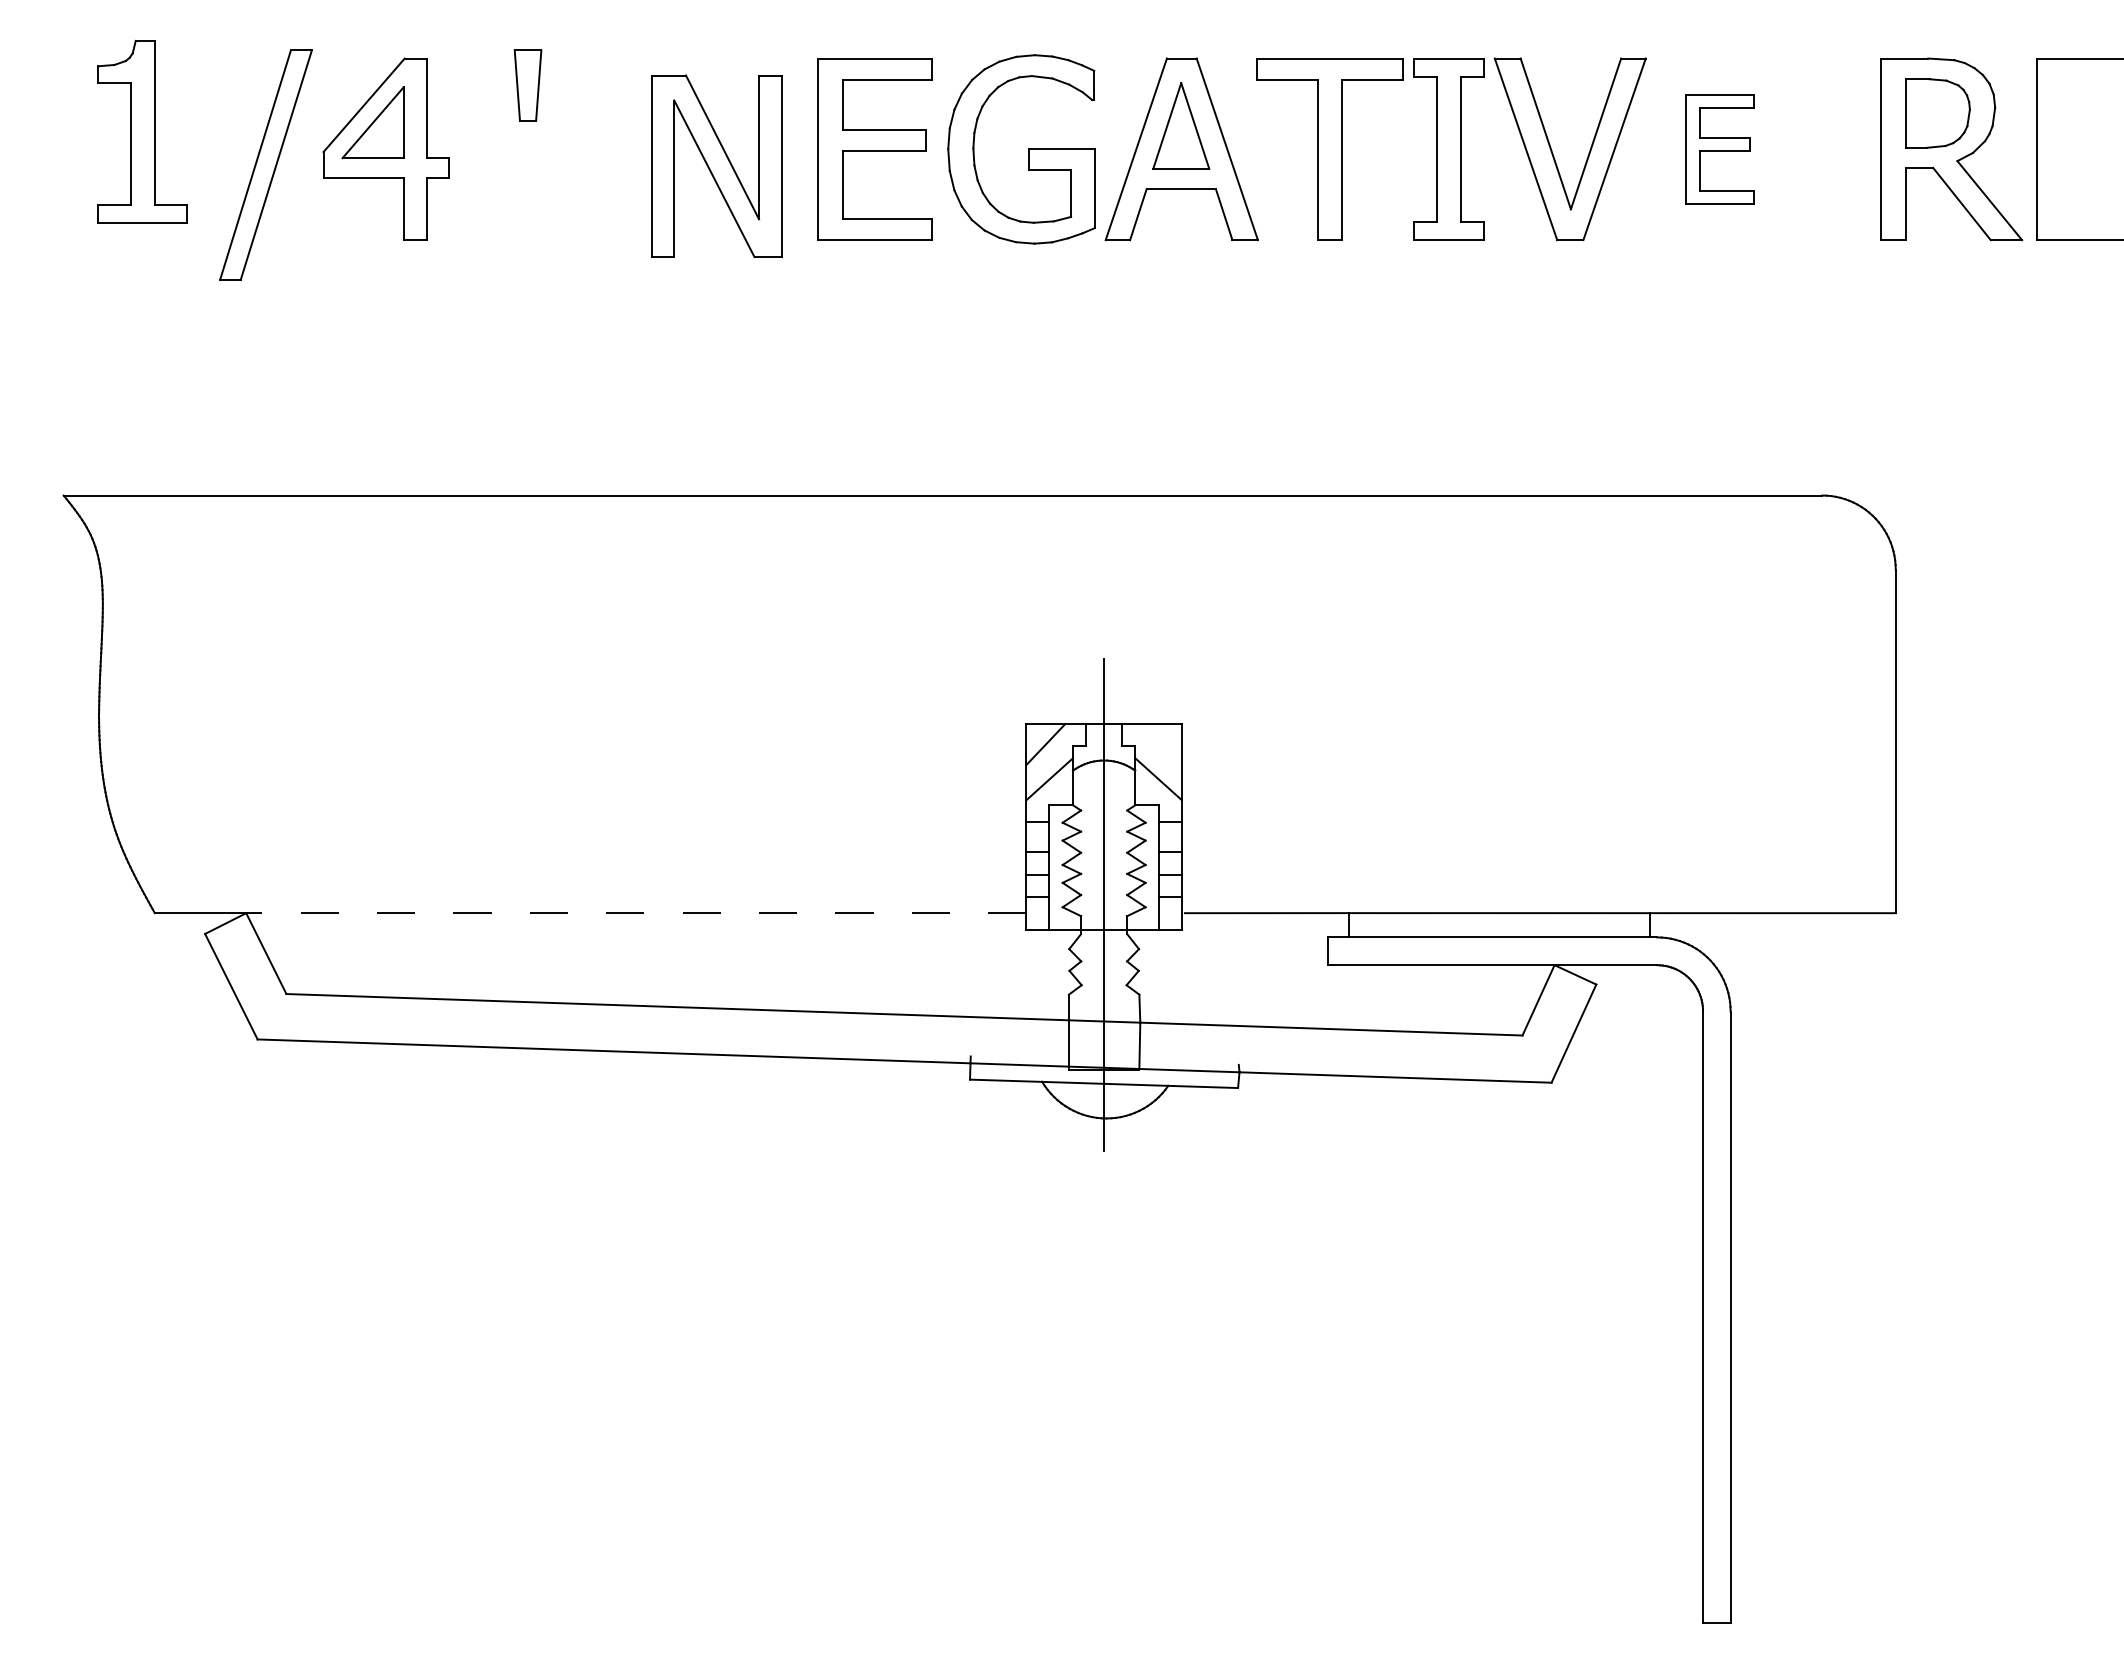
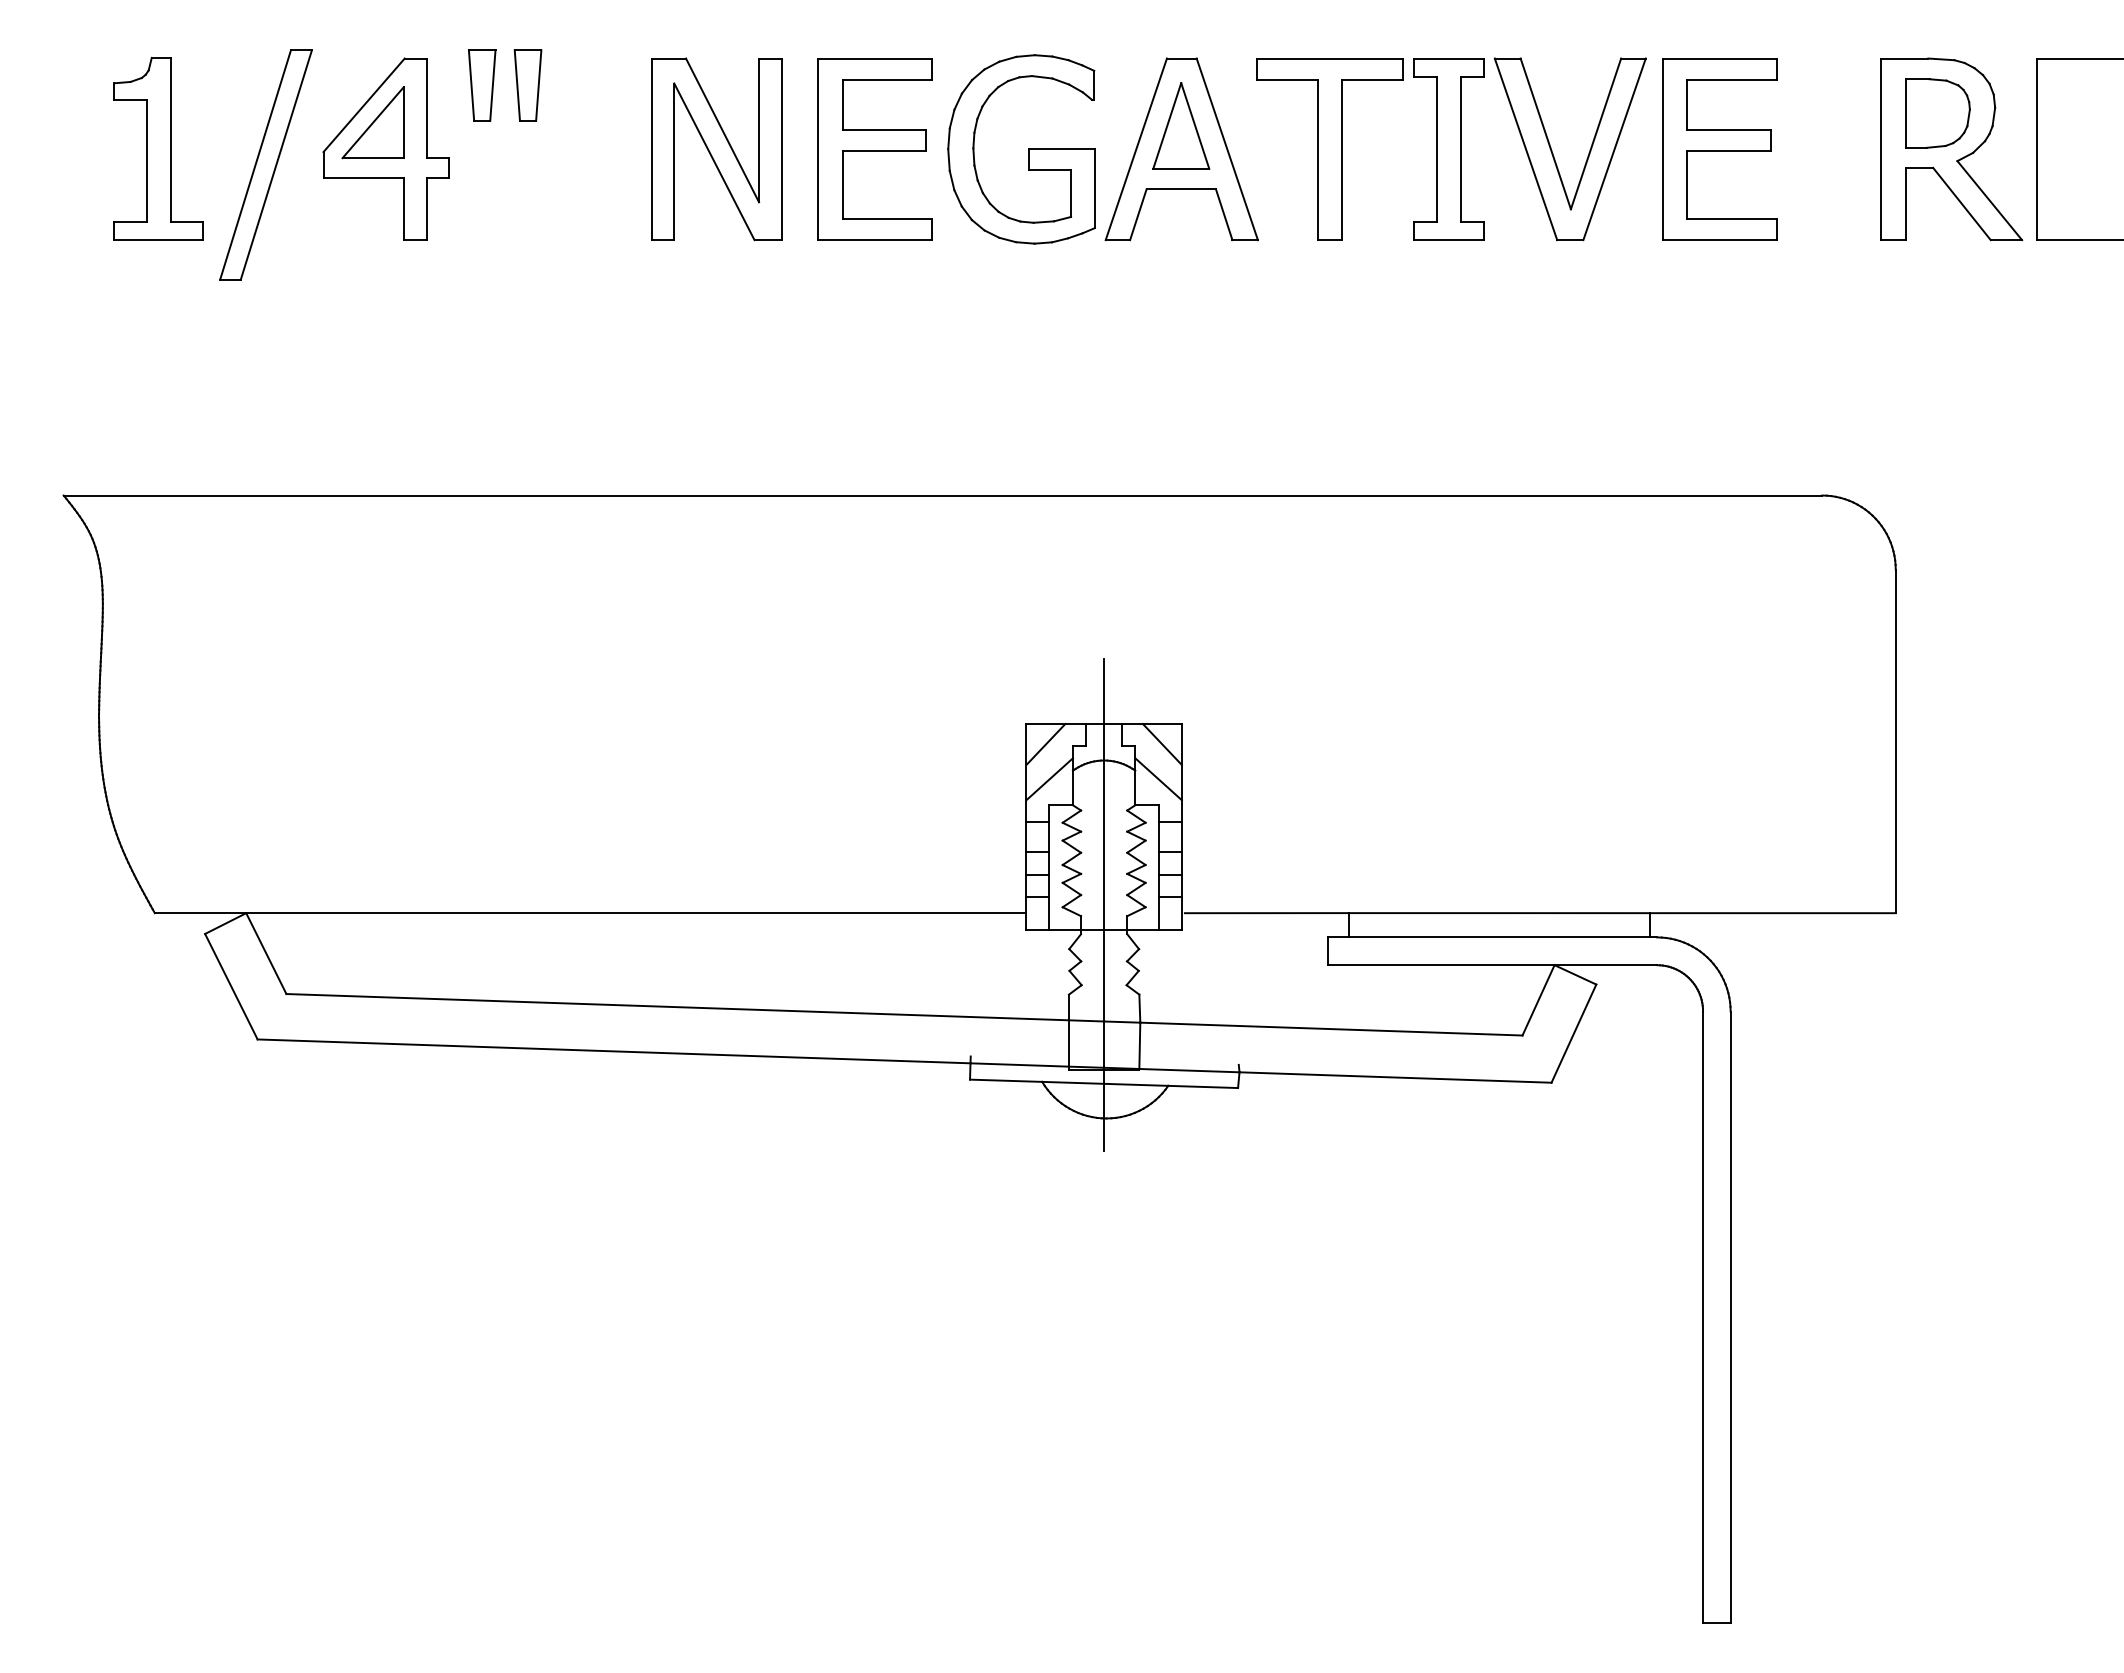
part at (482, 85): none -> present
part at (142, 131) position: (142, 131) -> (158, 148)
part at (1719, 149) size: 70x111 px -> 116x183 px
part at (716, 166) position: (716, 166) -> (716, 149)
line at (1161, 744): none -> present
line at (635, 913): dashed -> solid
